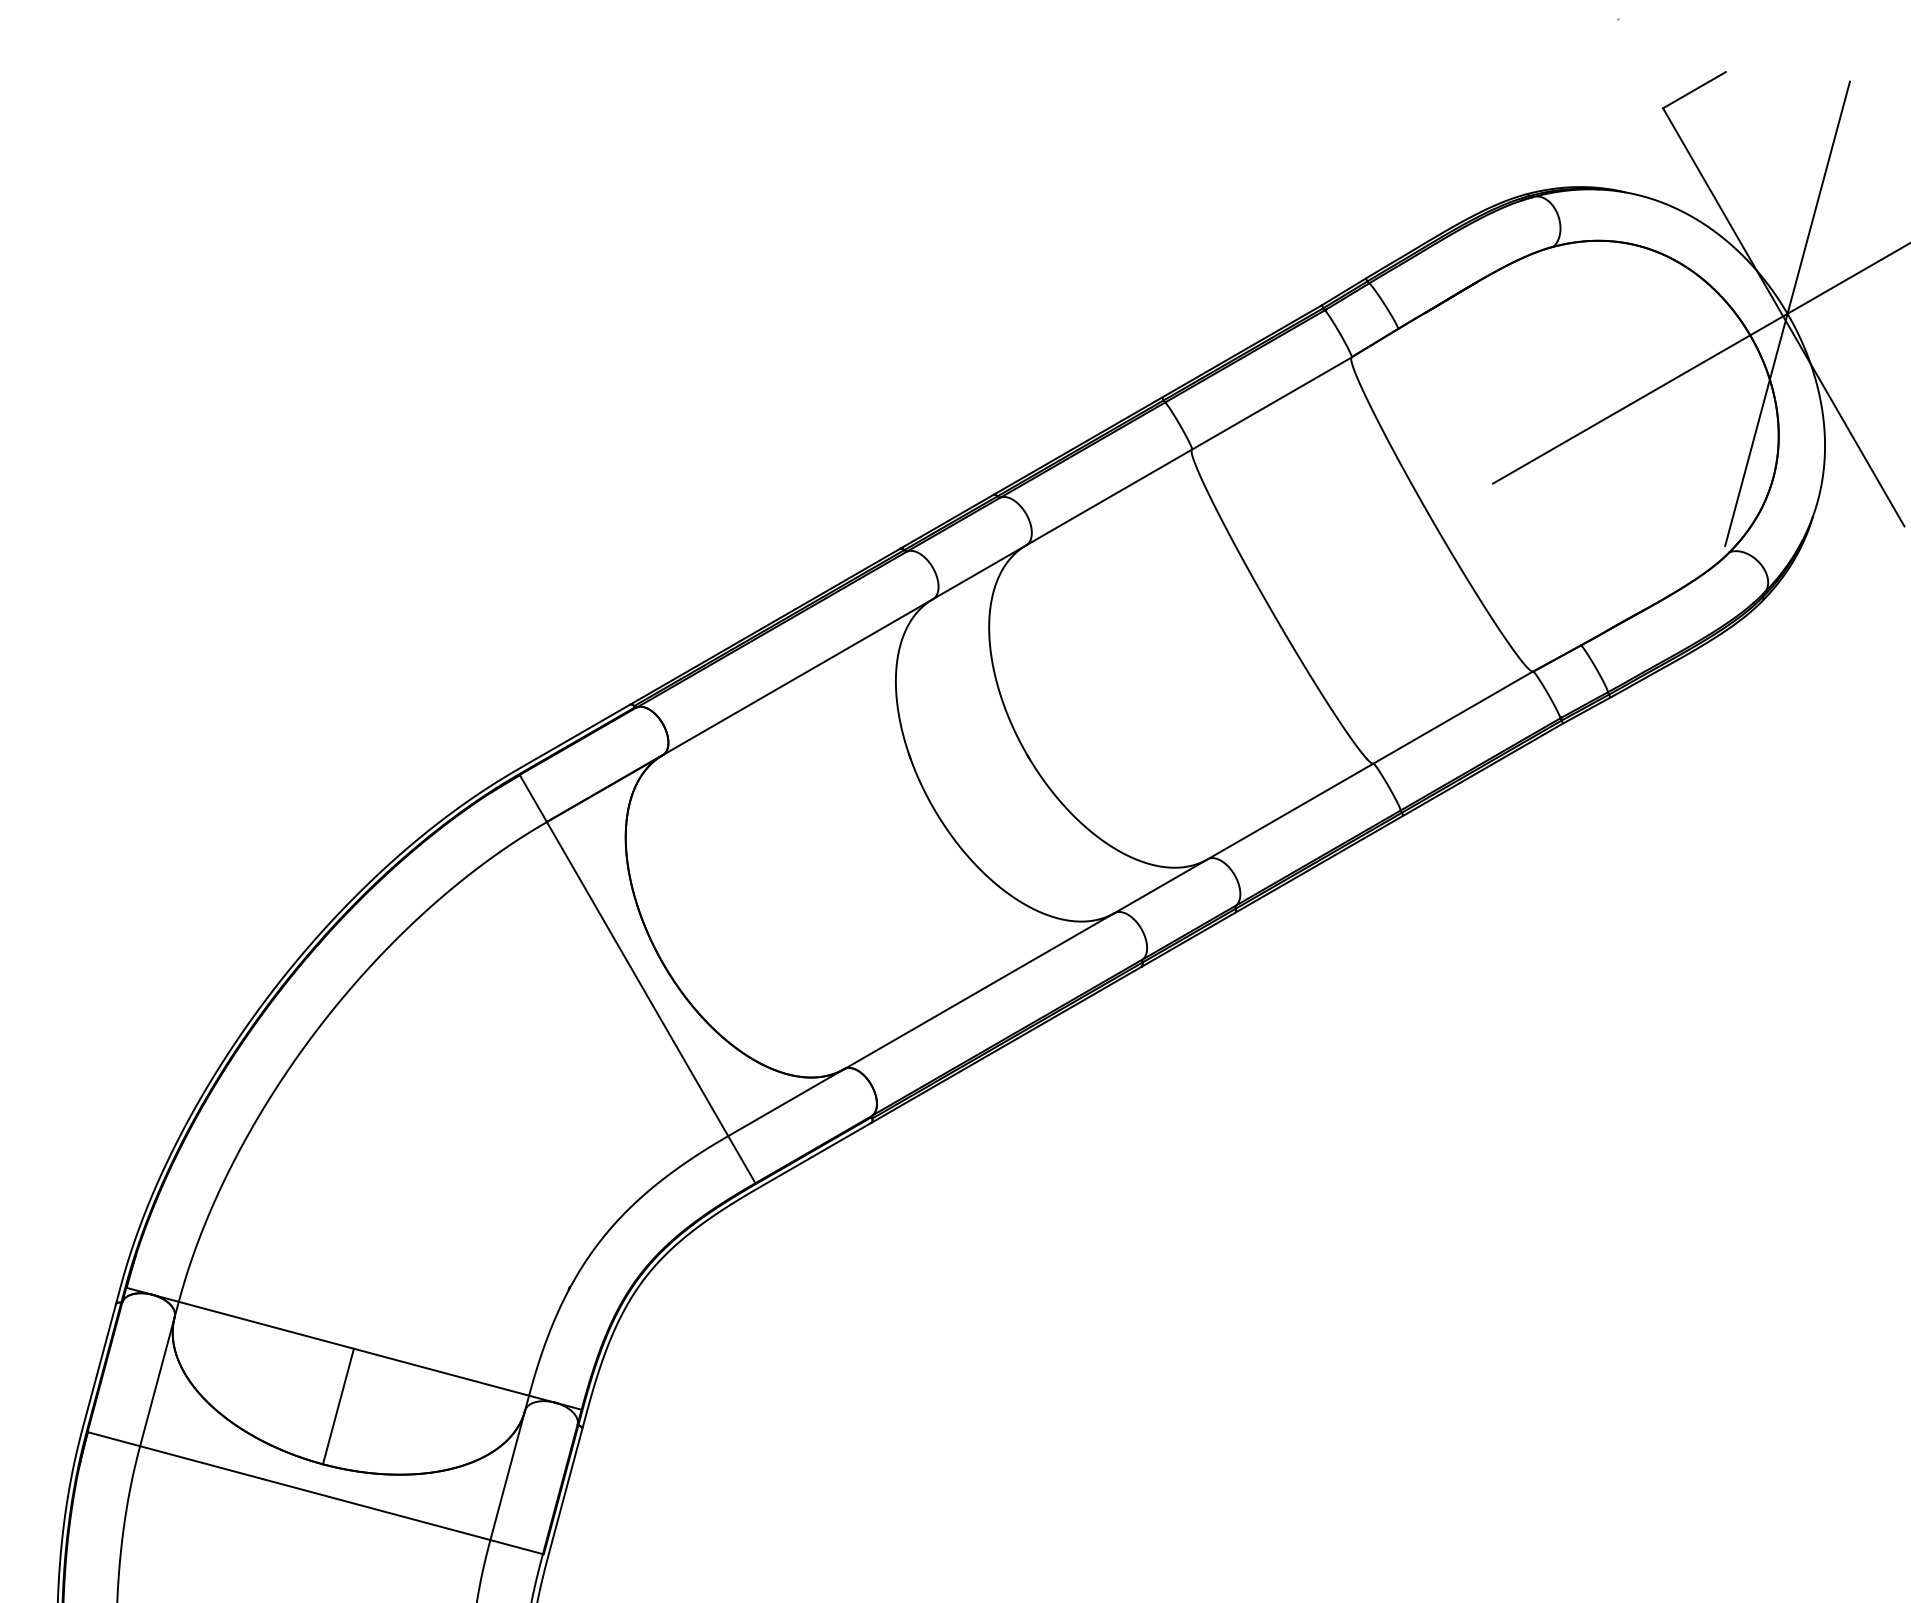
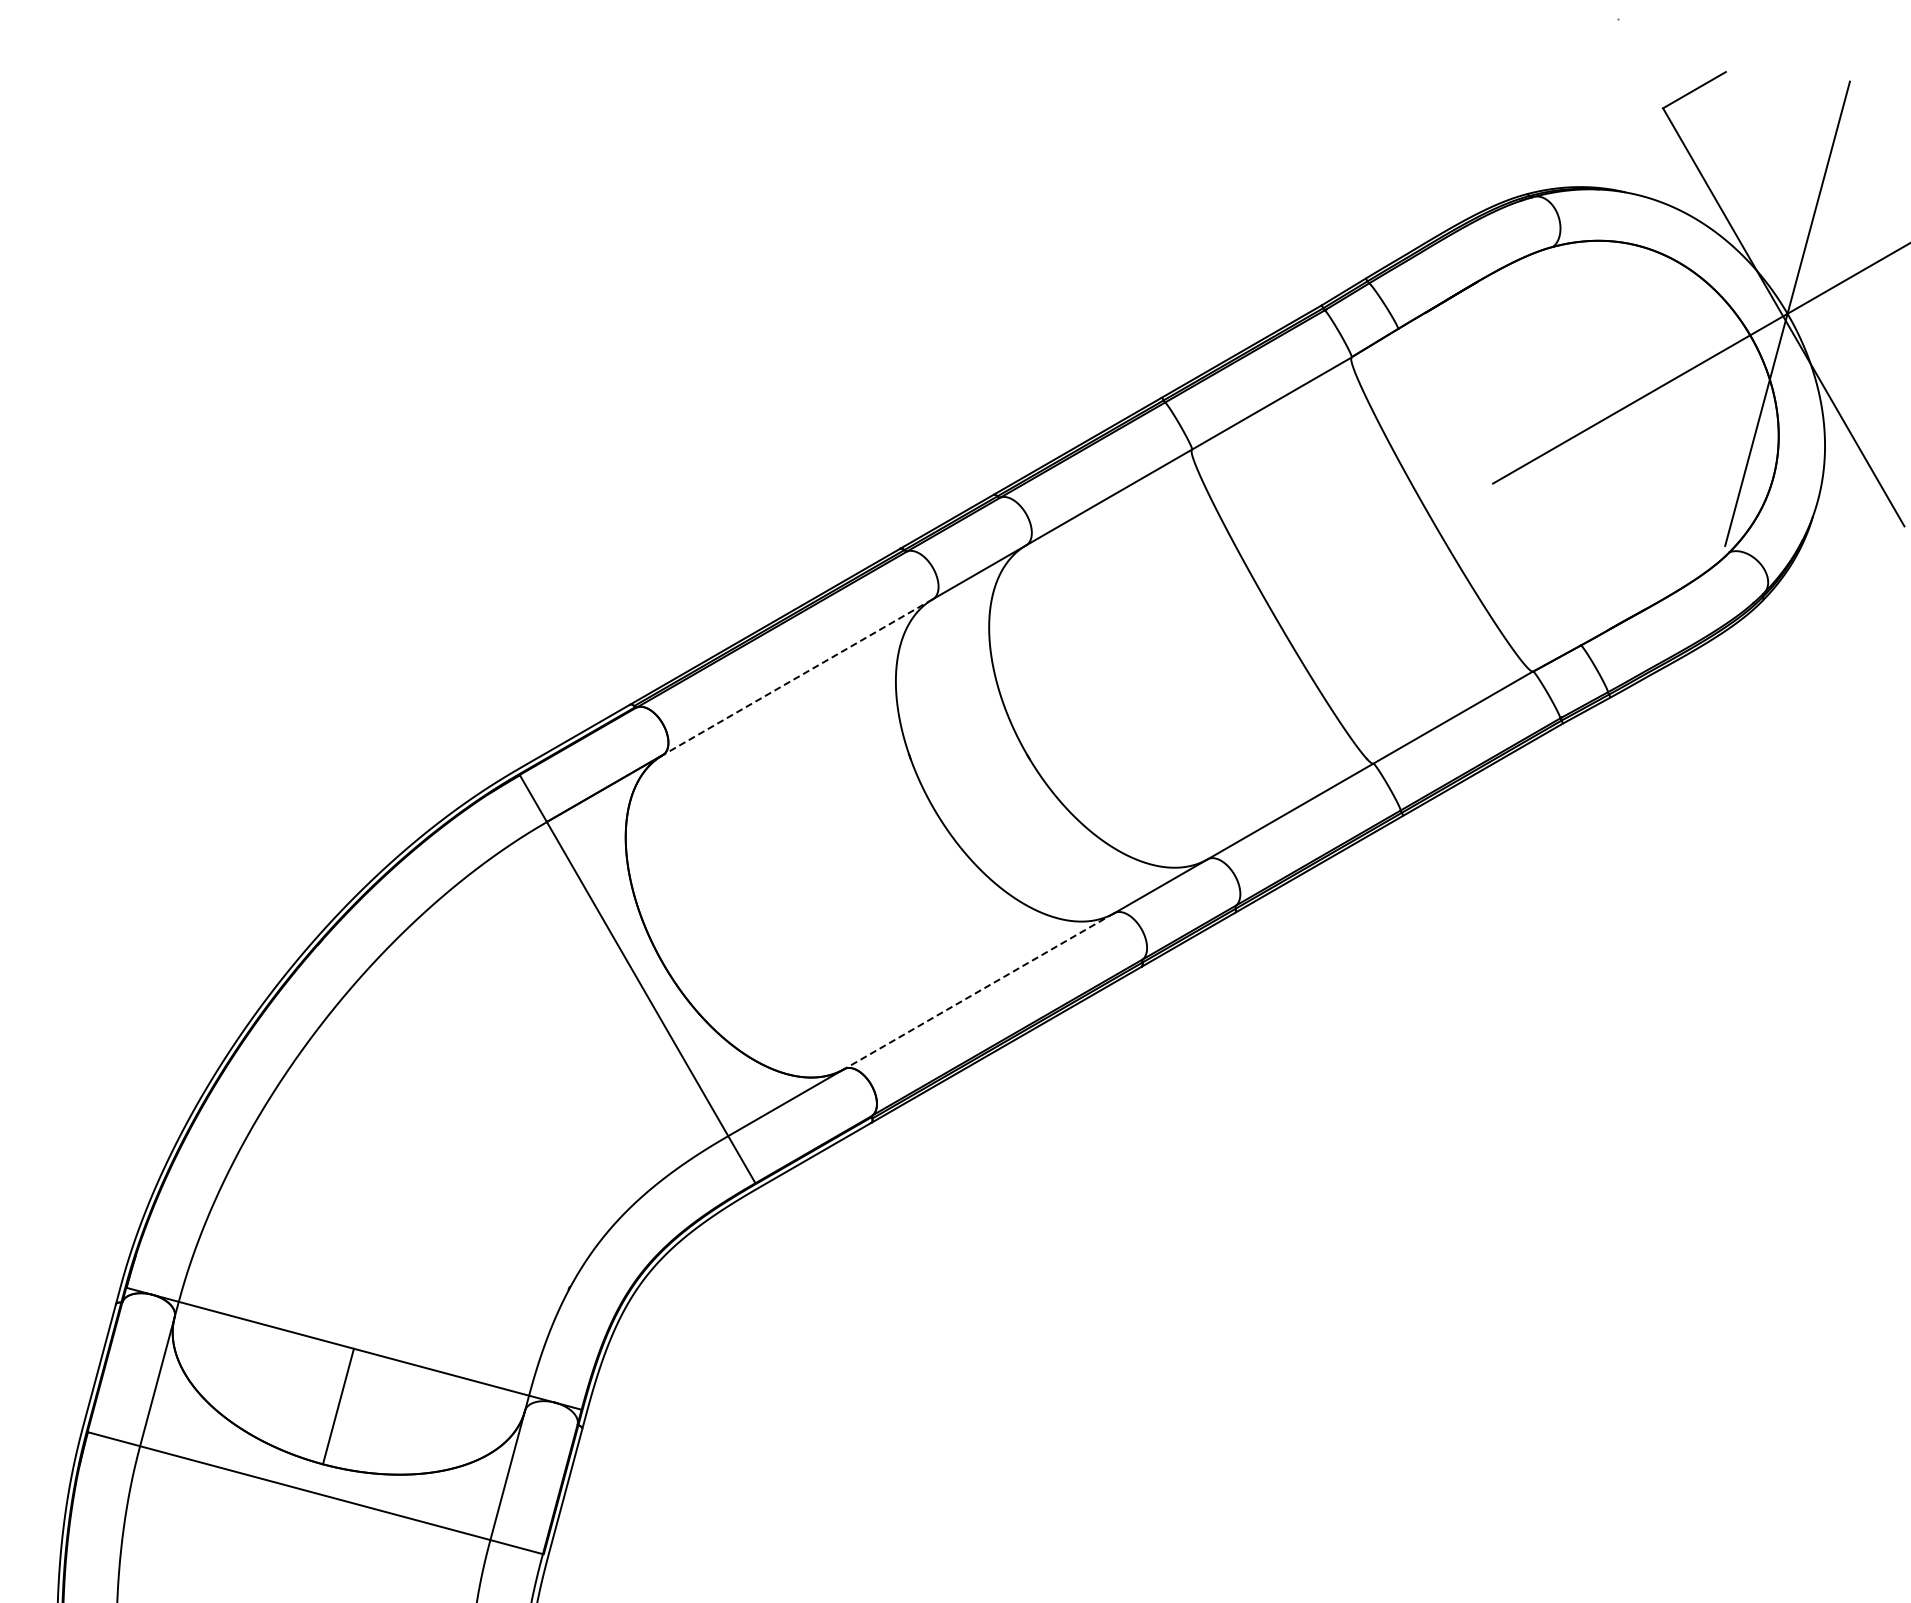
line at (797, 677): solid -> dashed
line at (979, 991): solid -> dashed
